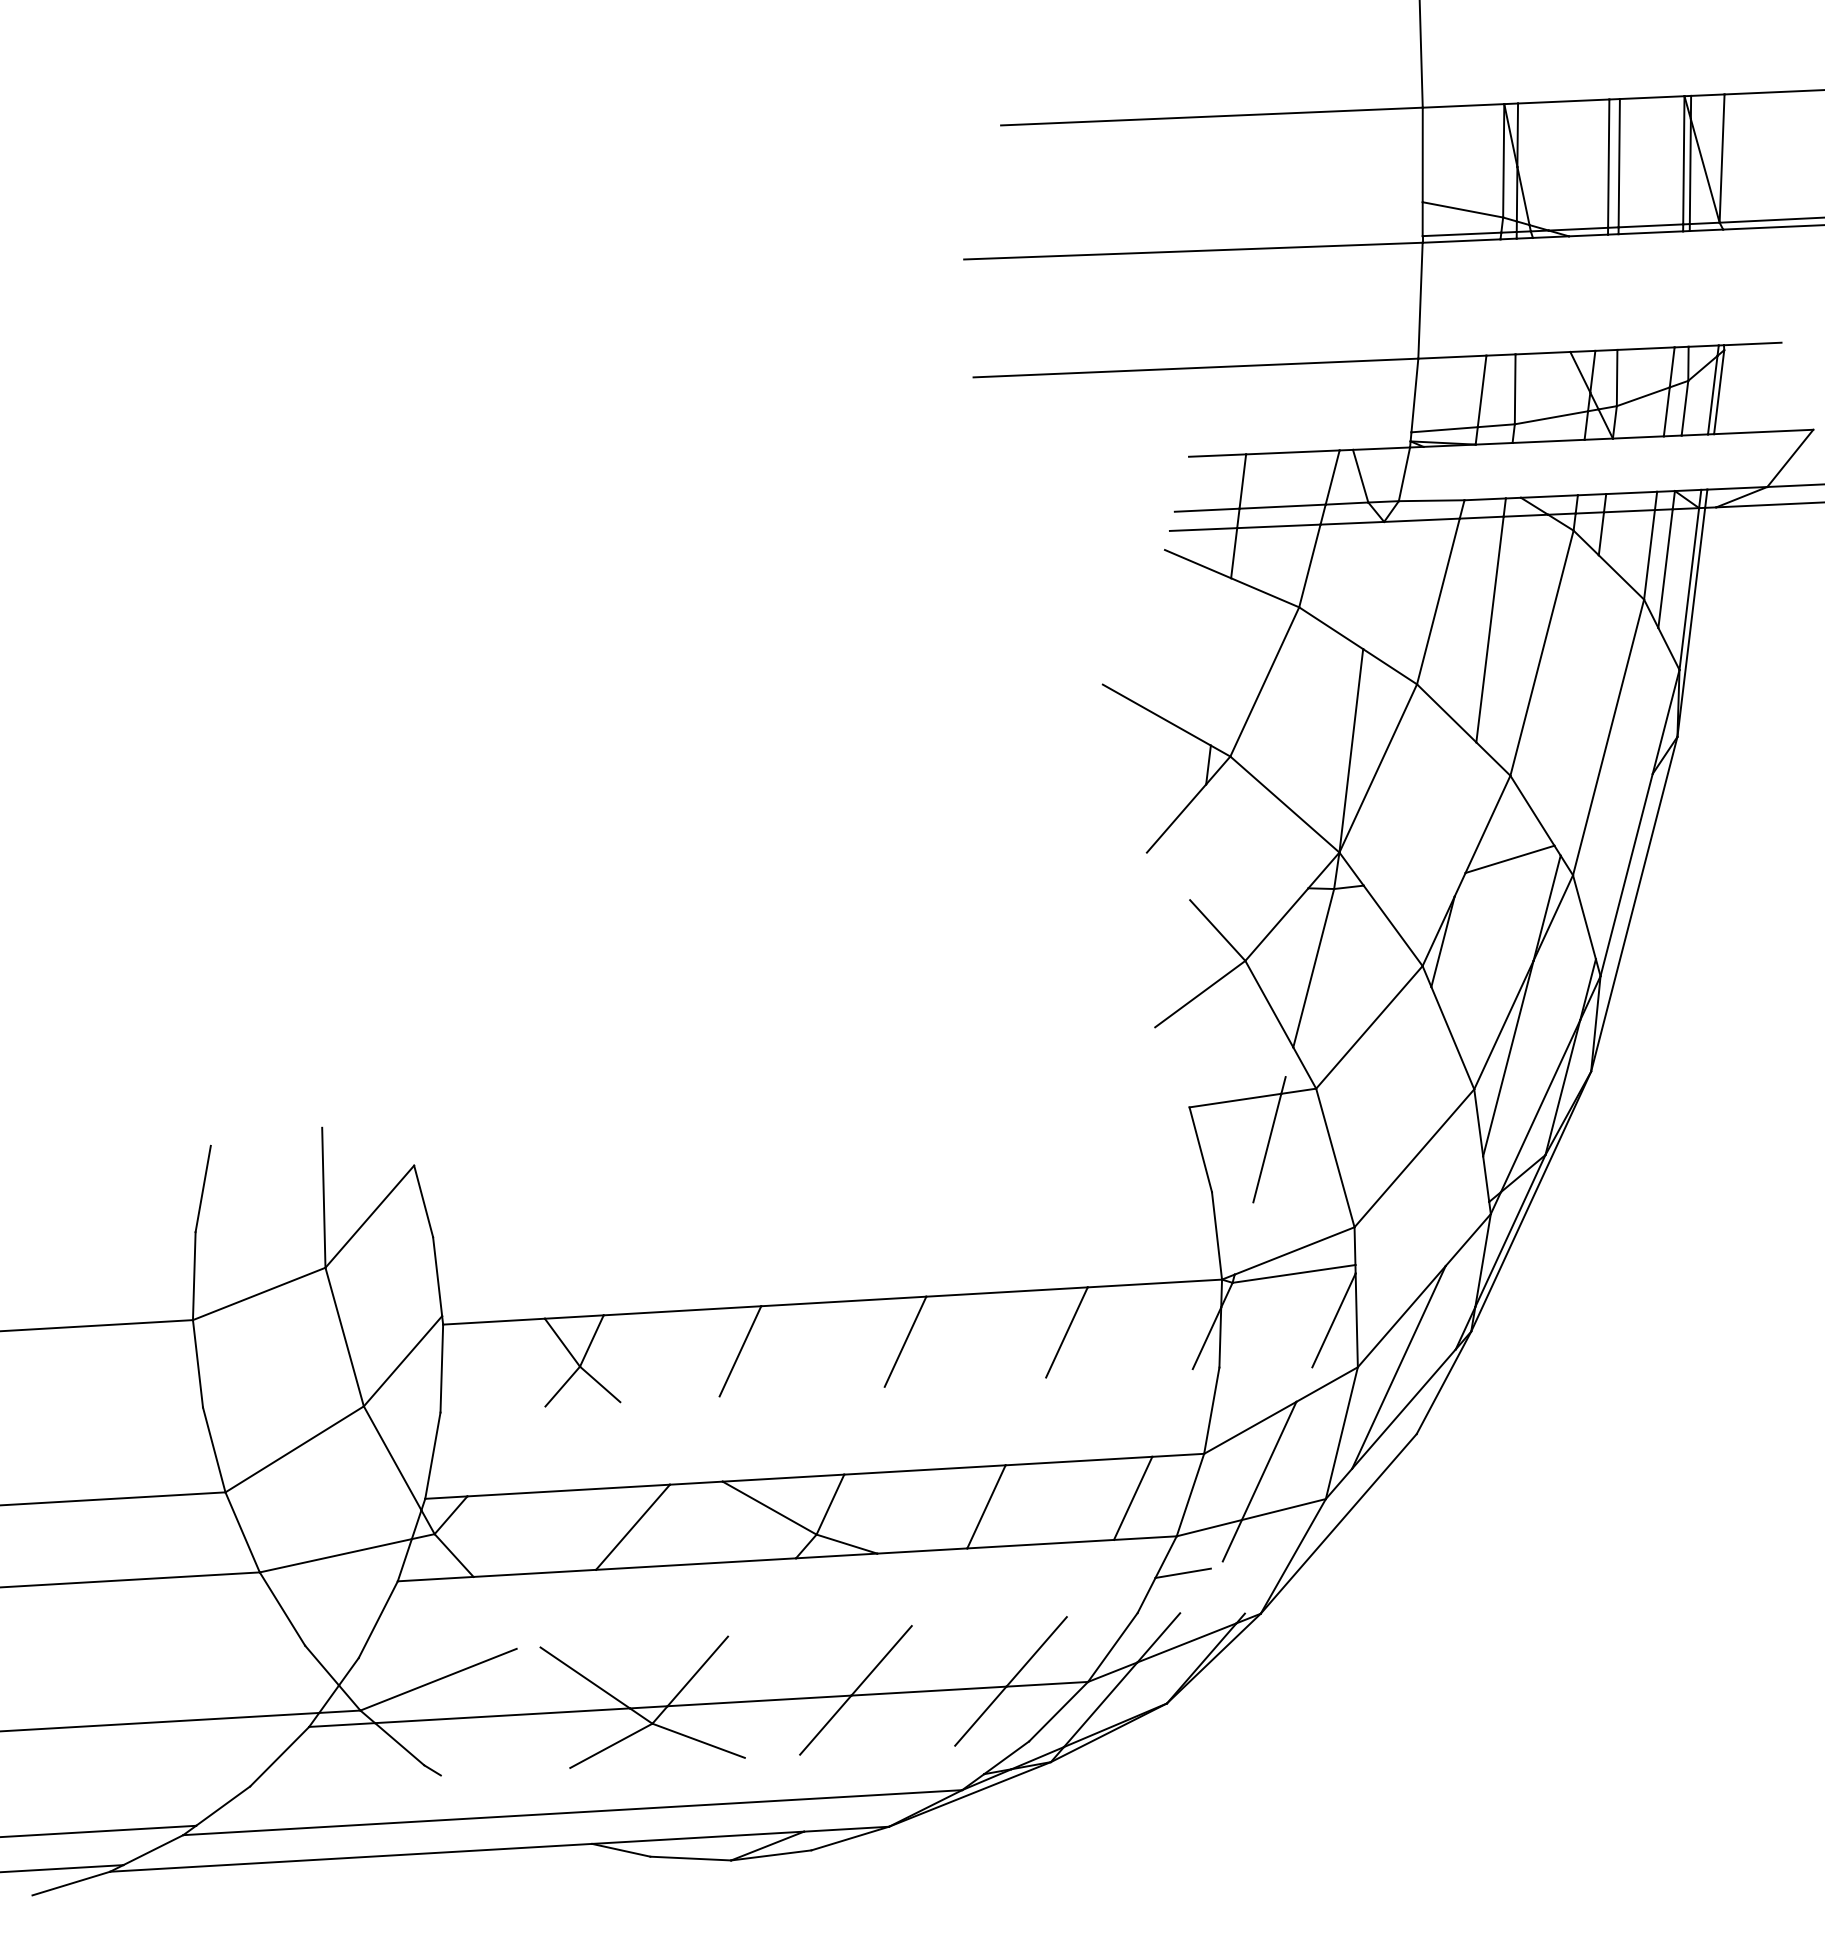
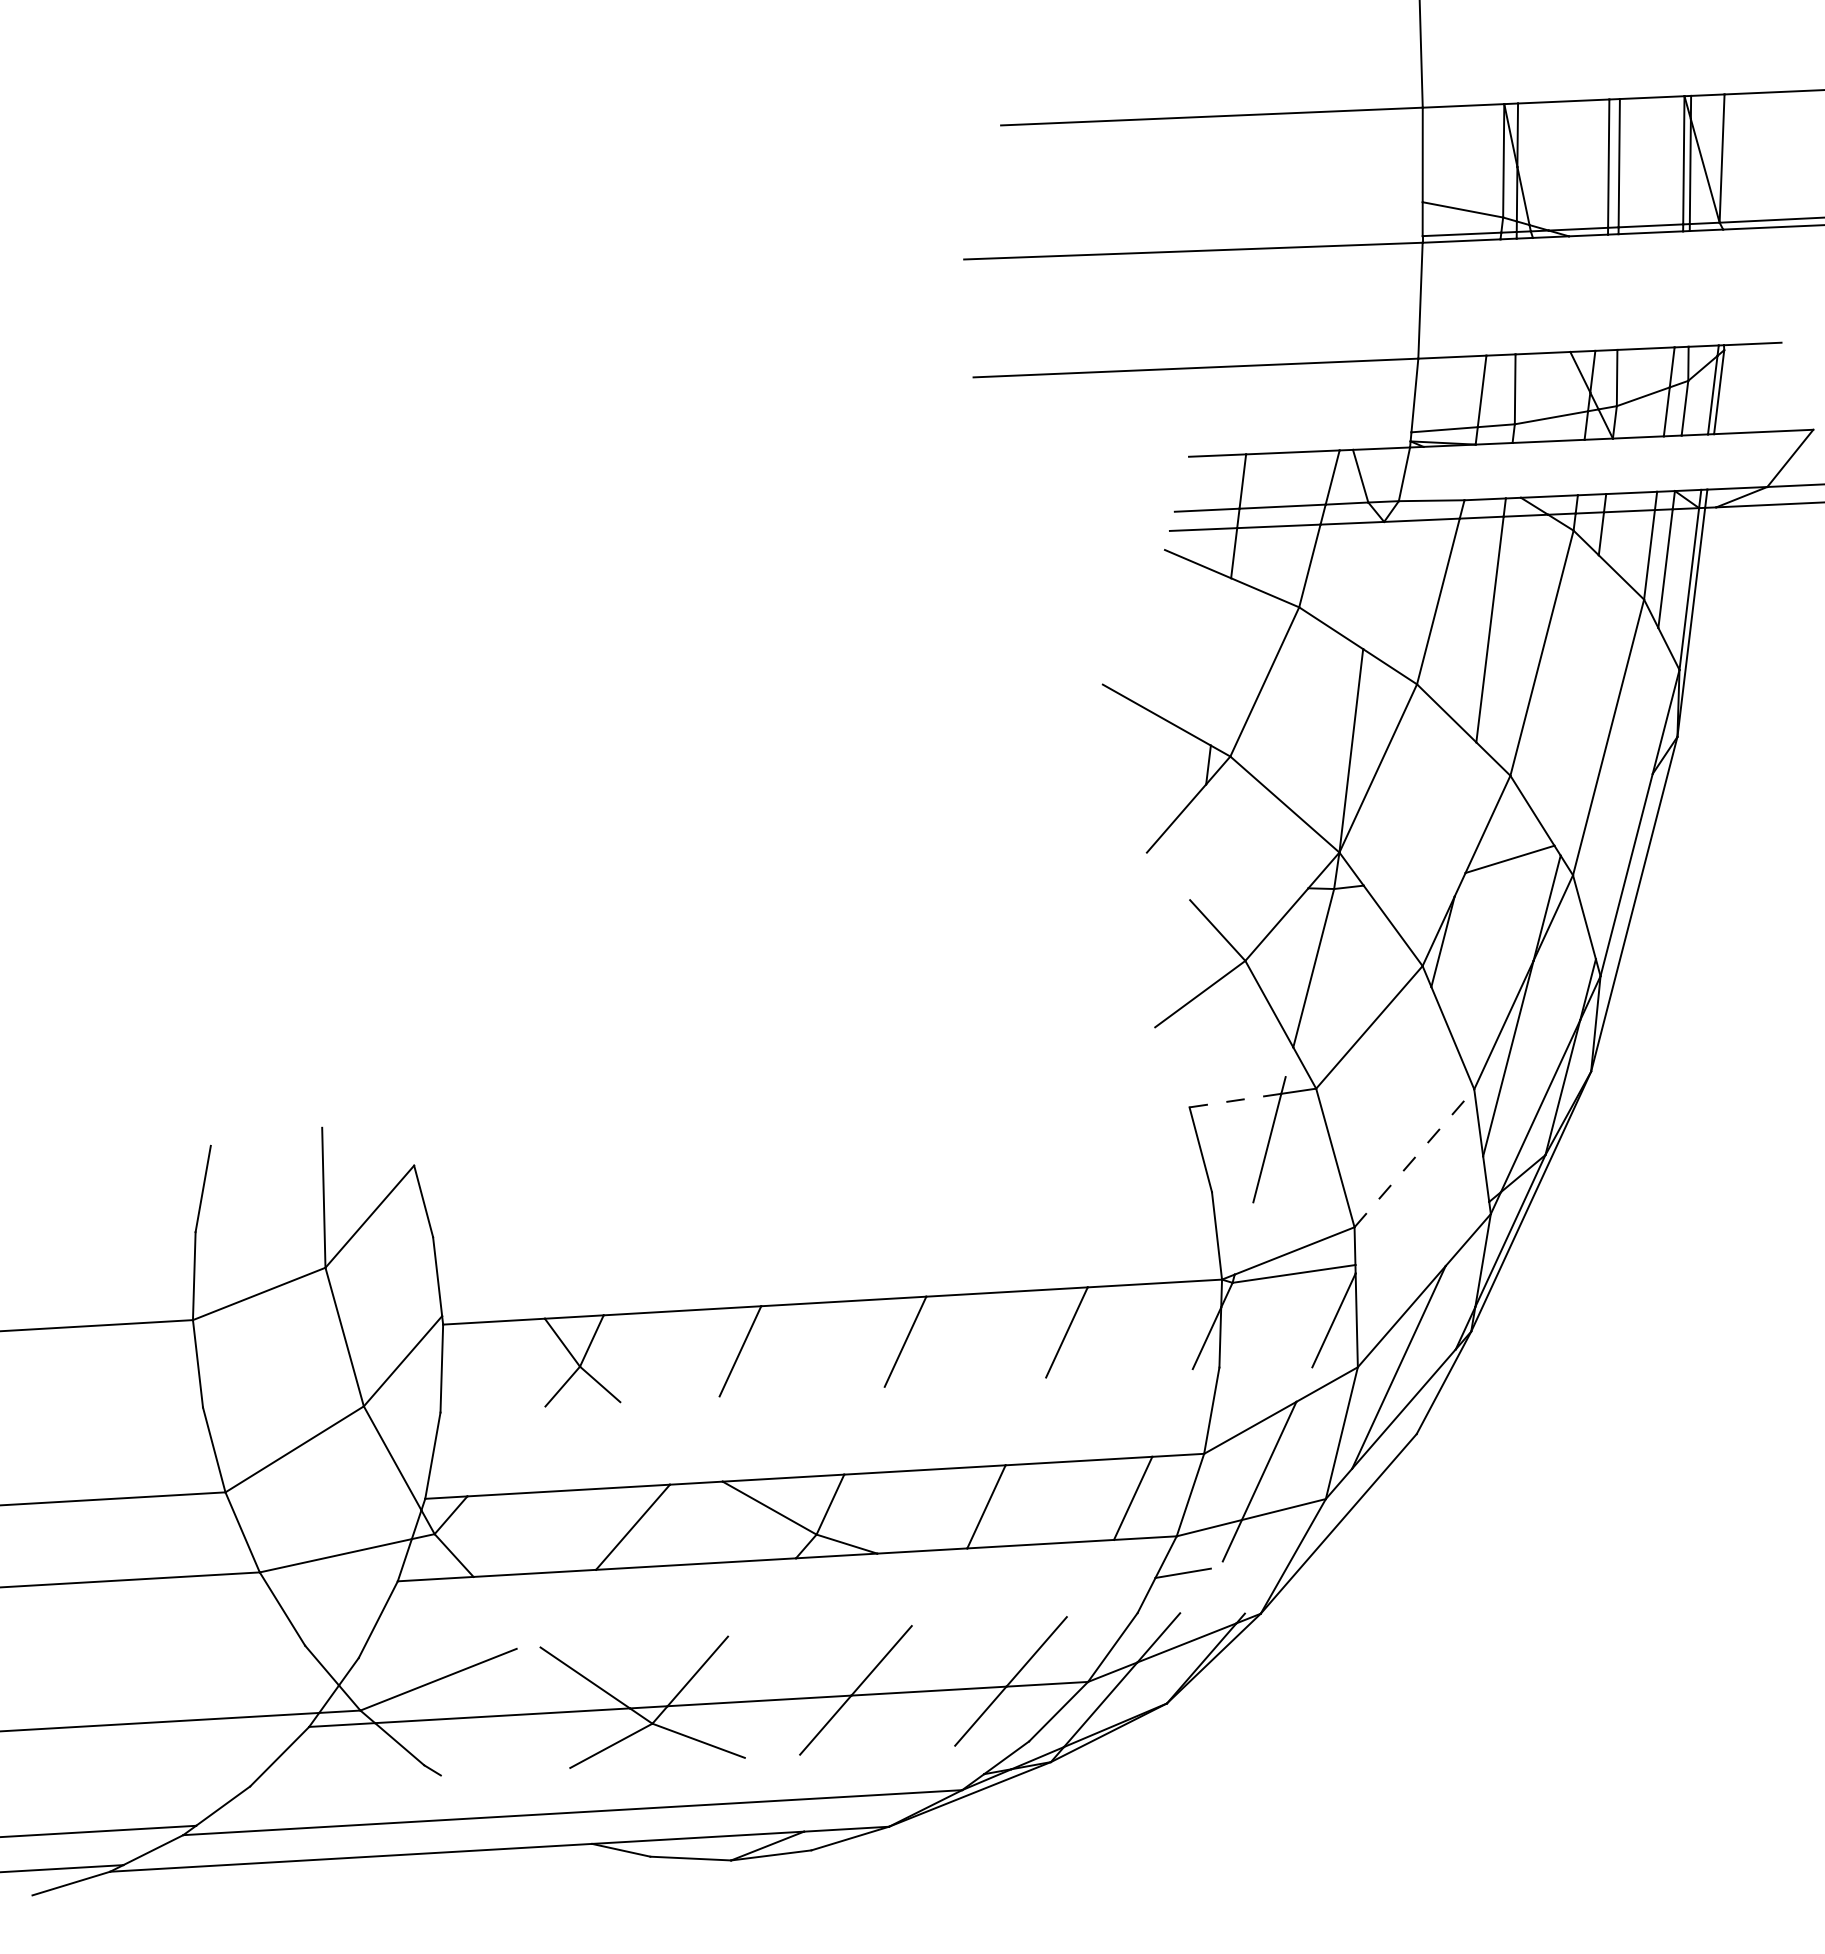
line at (1235, 1100): solid -> dashed
line at (1414, 1157): solid -> dashed
